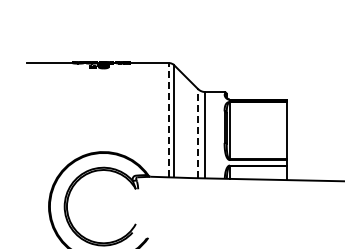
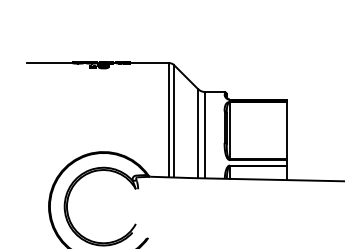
line at (169, 119): dashed -> solid
line at (197, 133): dashed -> solid
